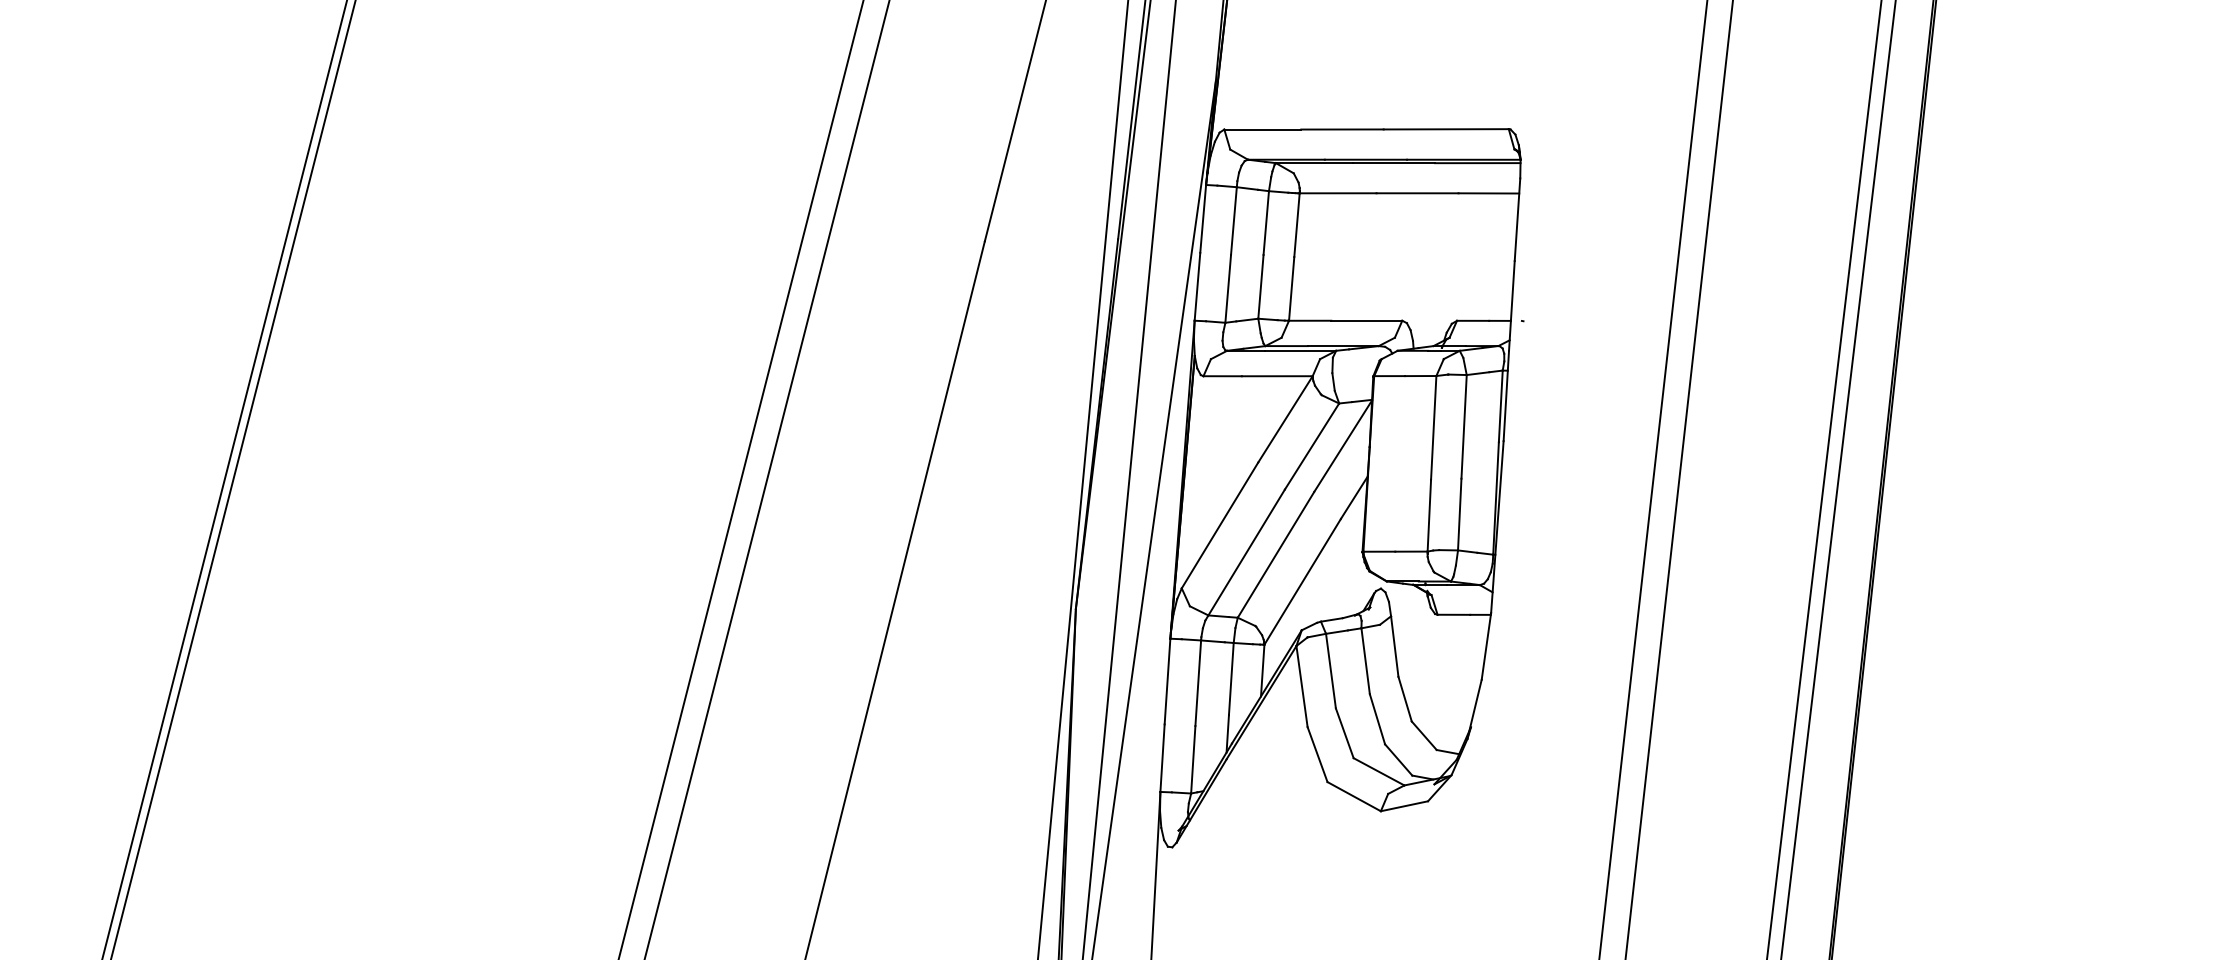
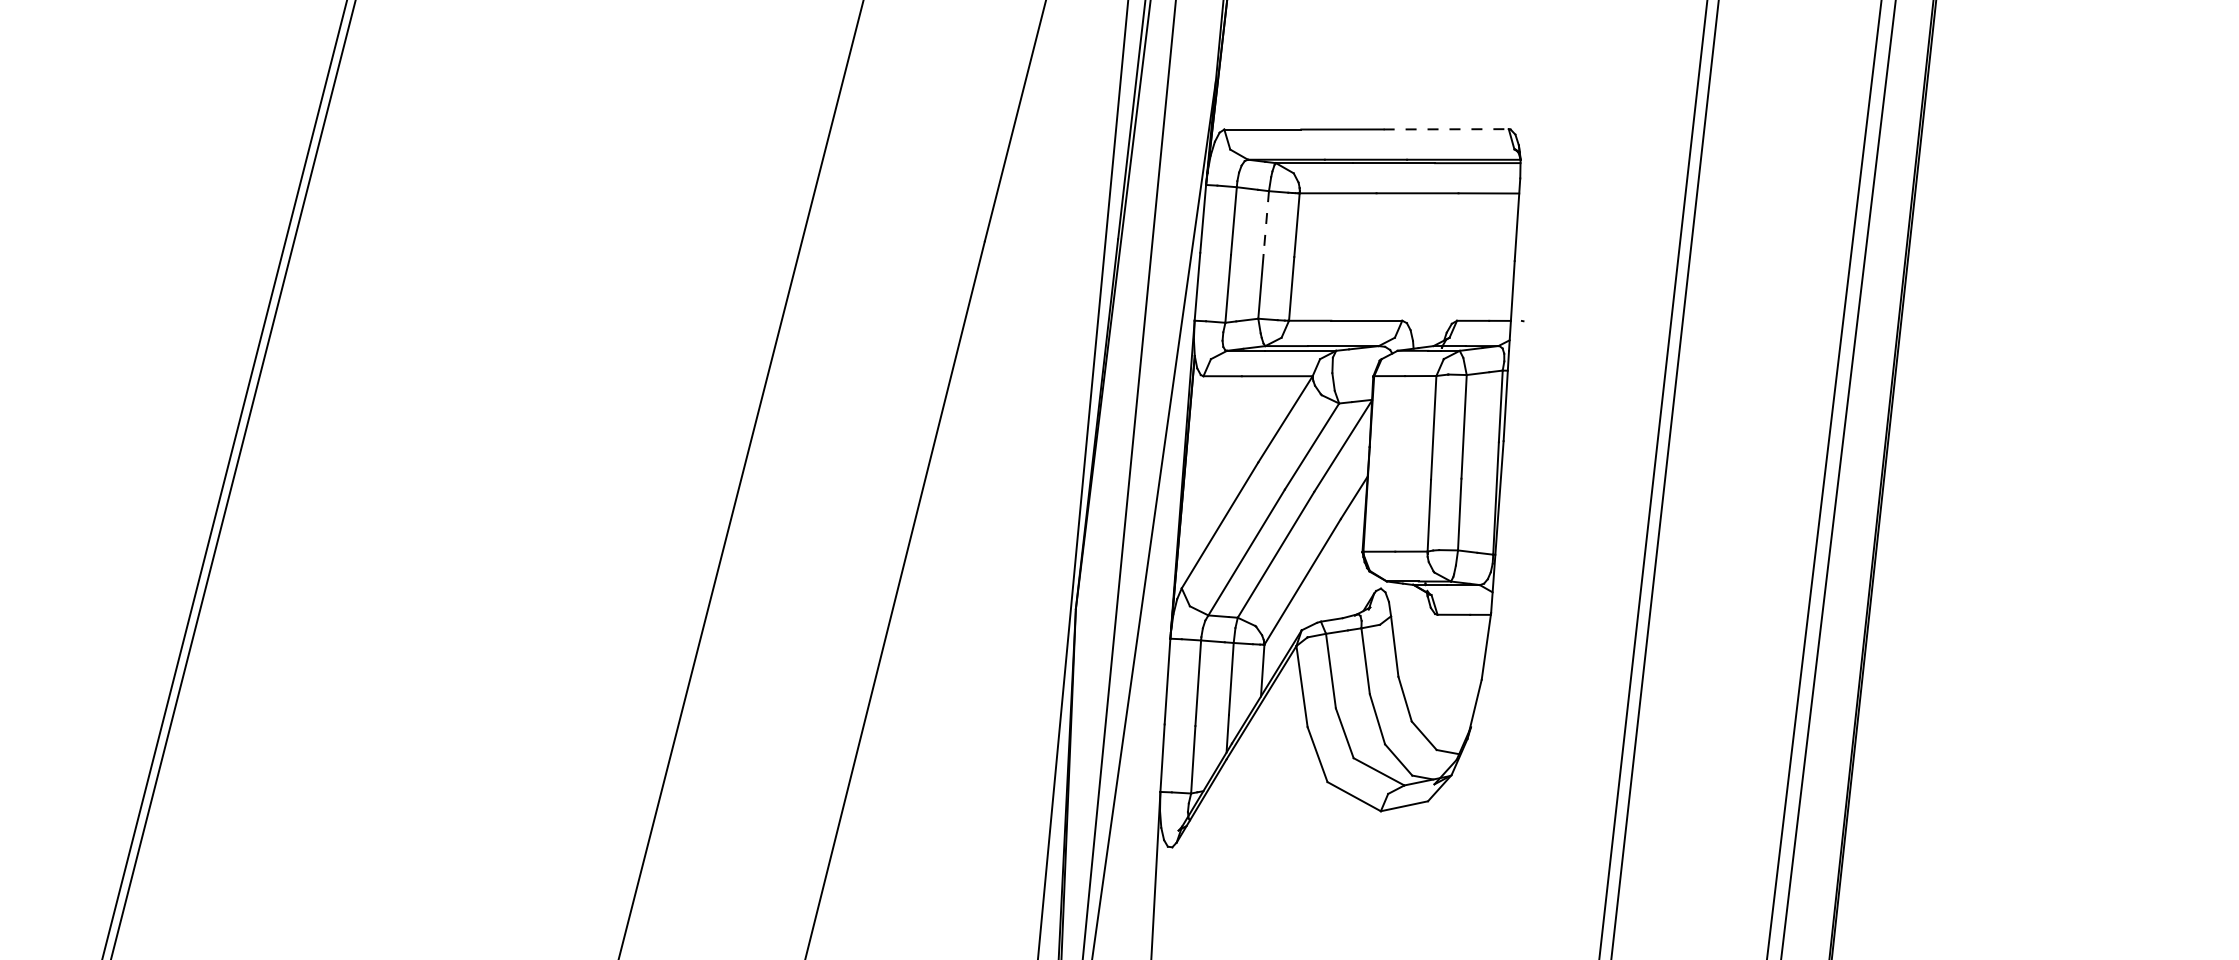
line at (1446, 129): solid -> dashed
line at (1266, 223): solid -> dashed
line at (767, 479): present -> none
line at (1678, 479) position: (1678, 479) -> (1664, 479)
